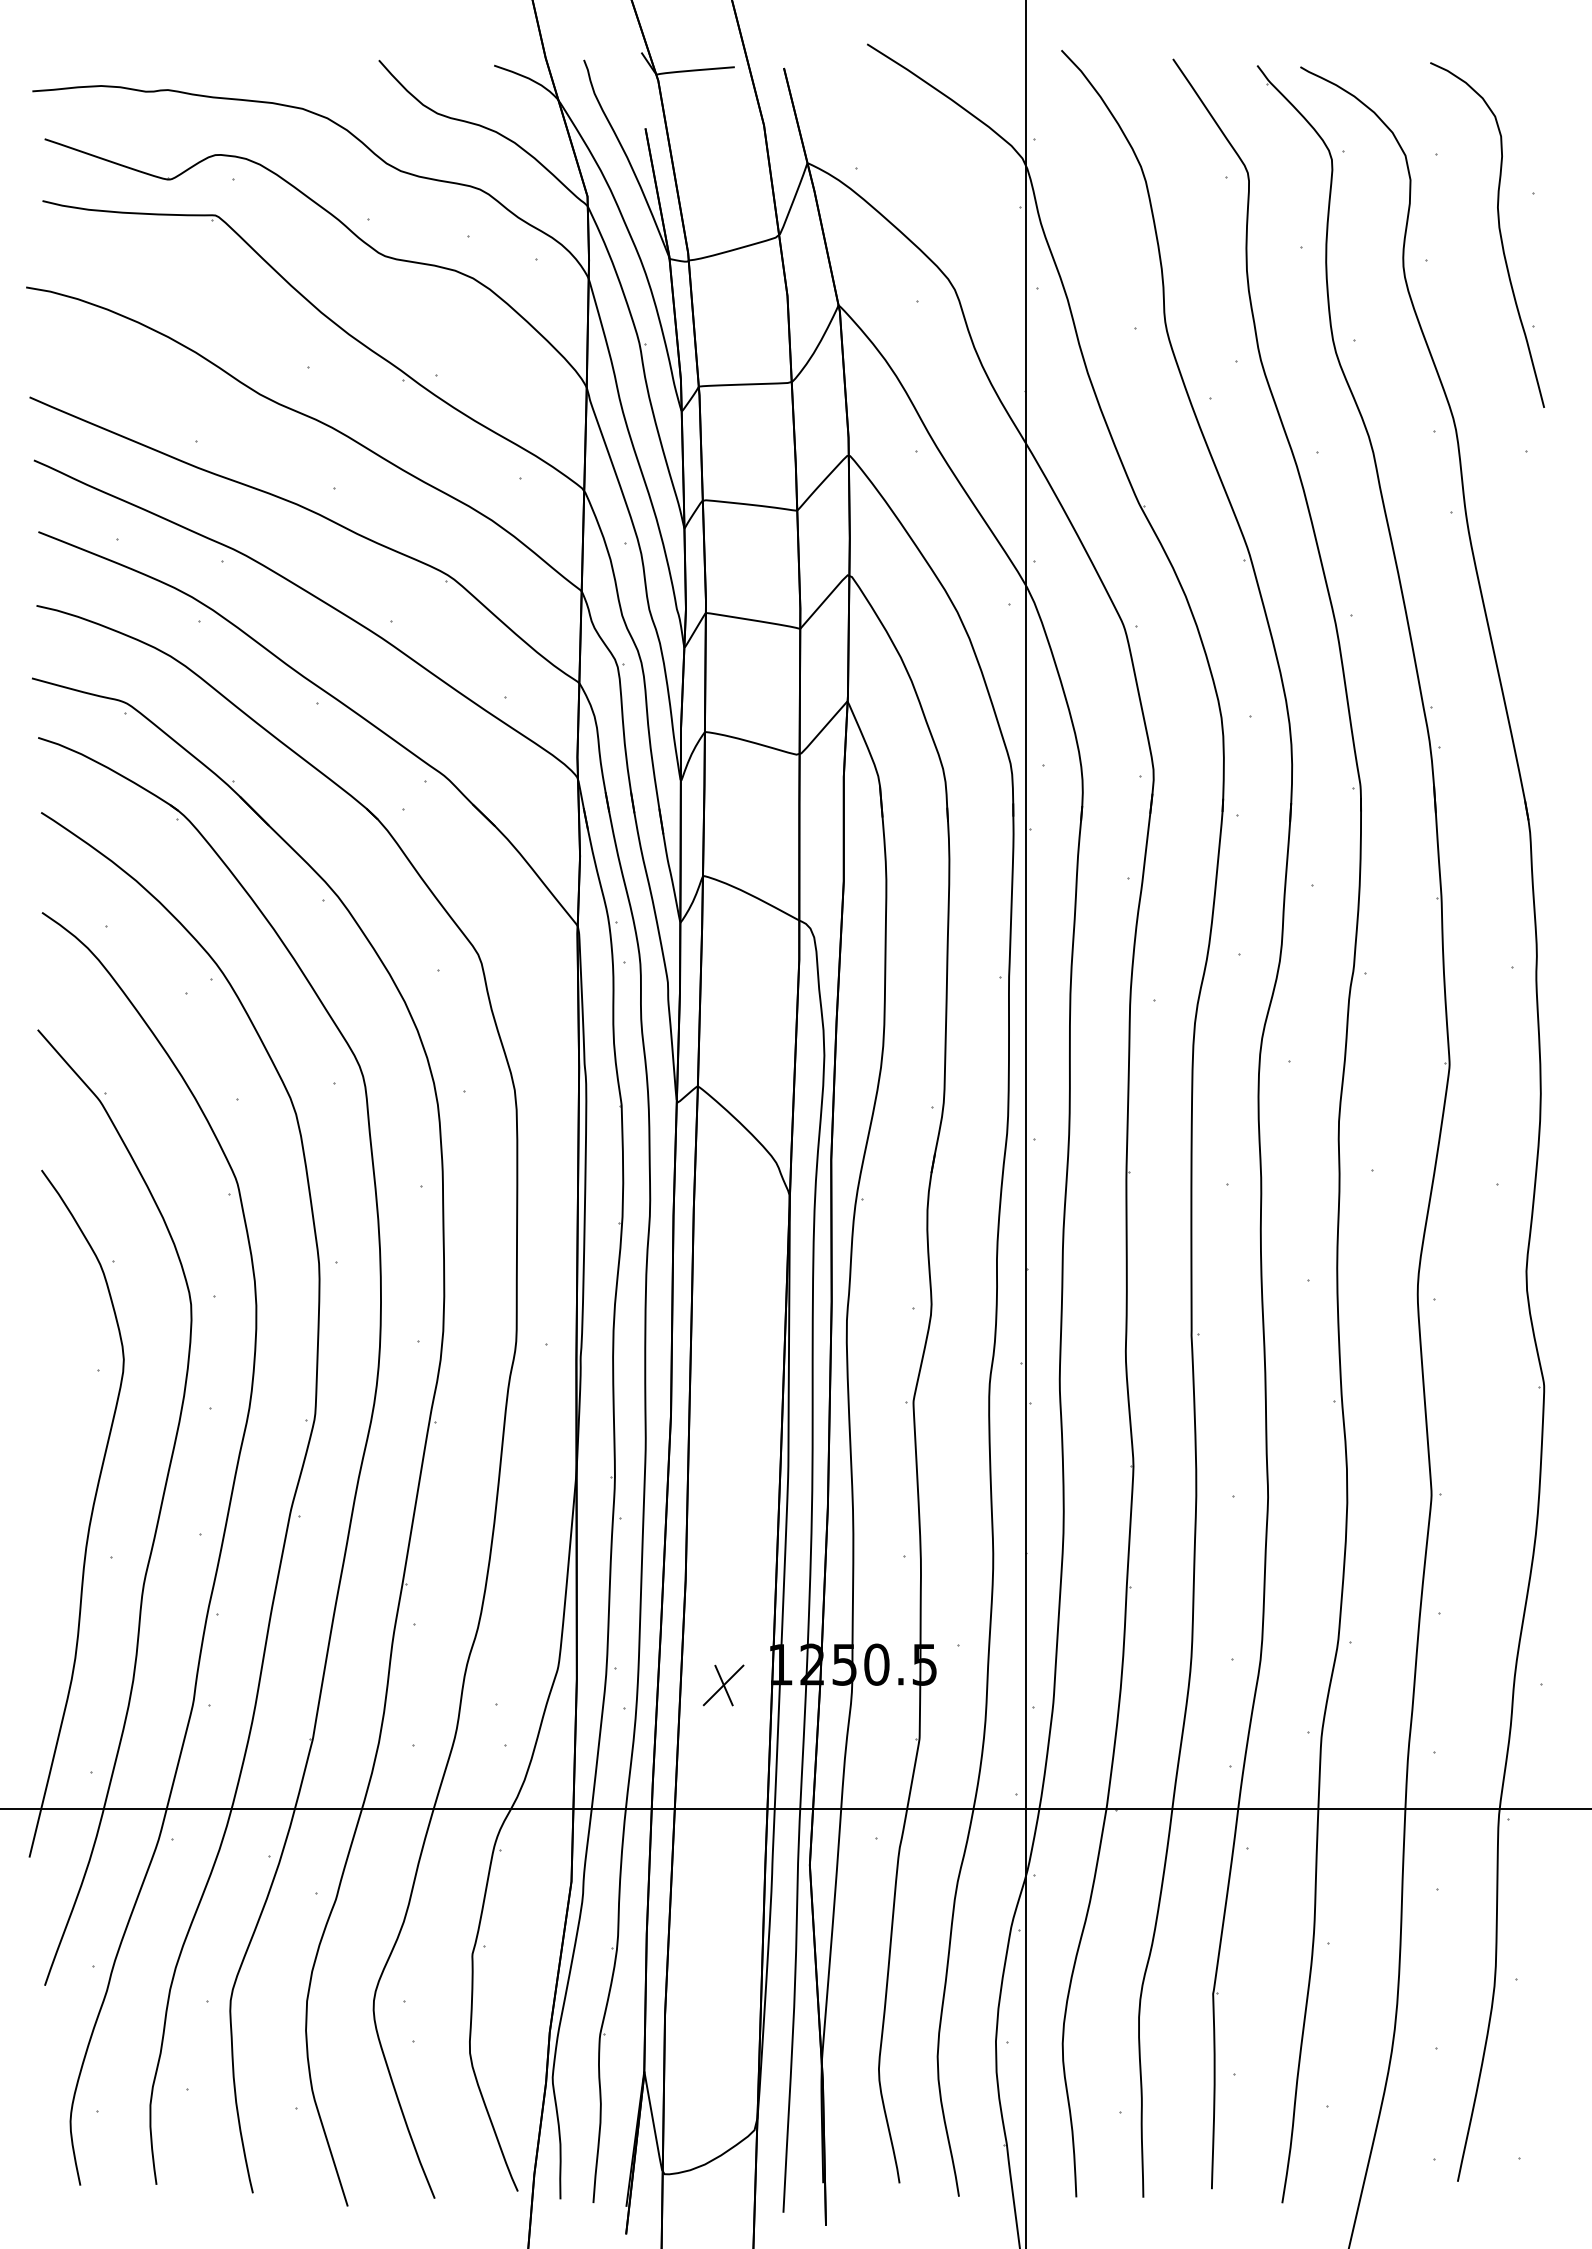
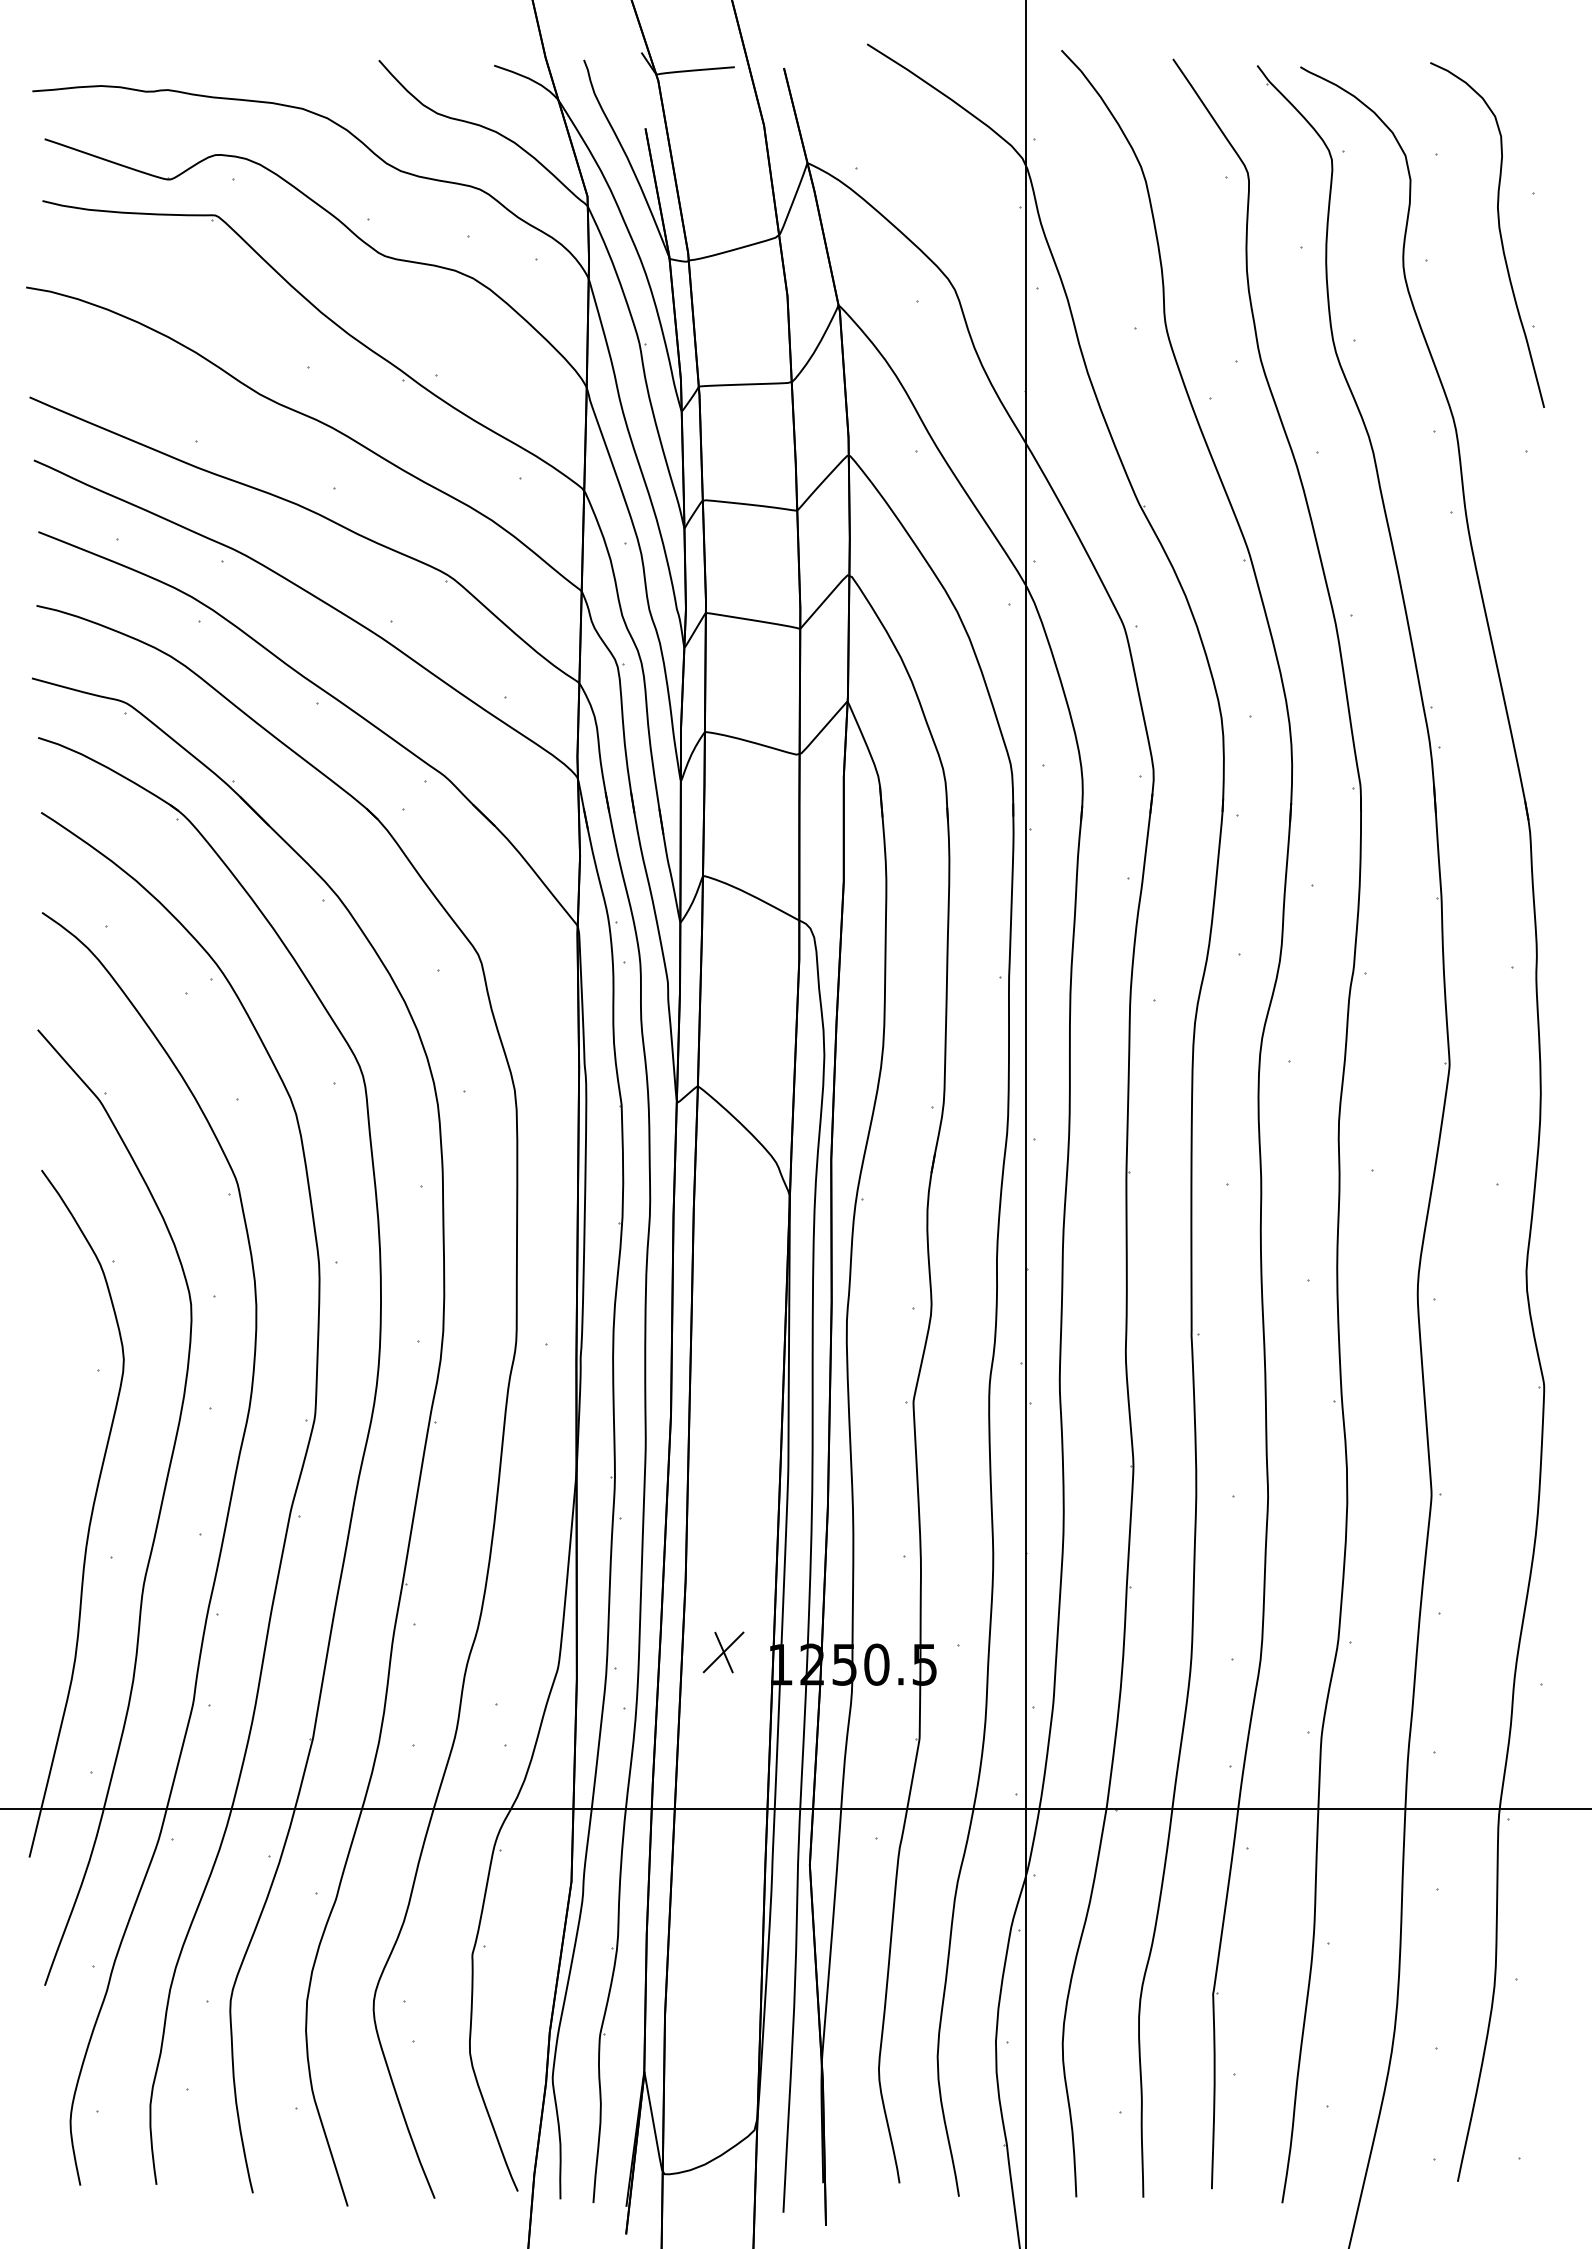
part at (723, 1685) position: (723, 1685) -> (723, 1652)
